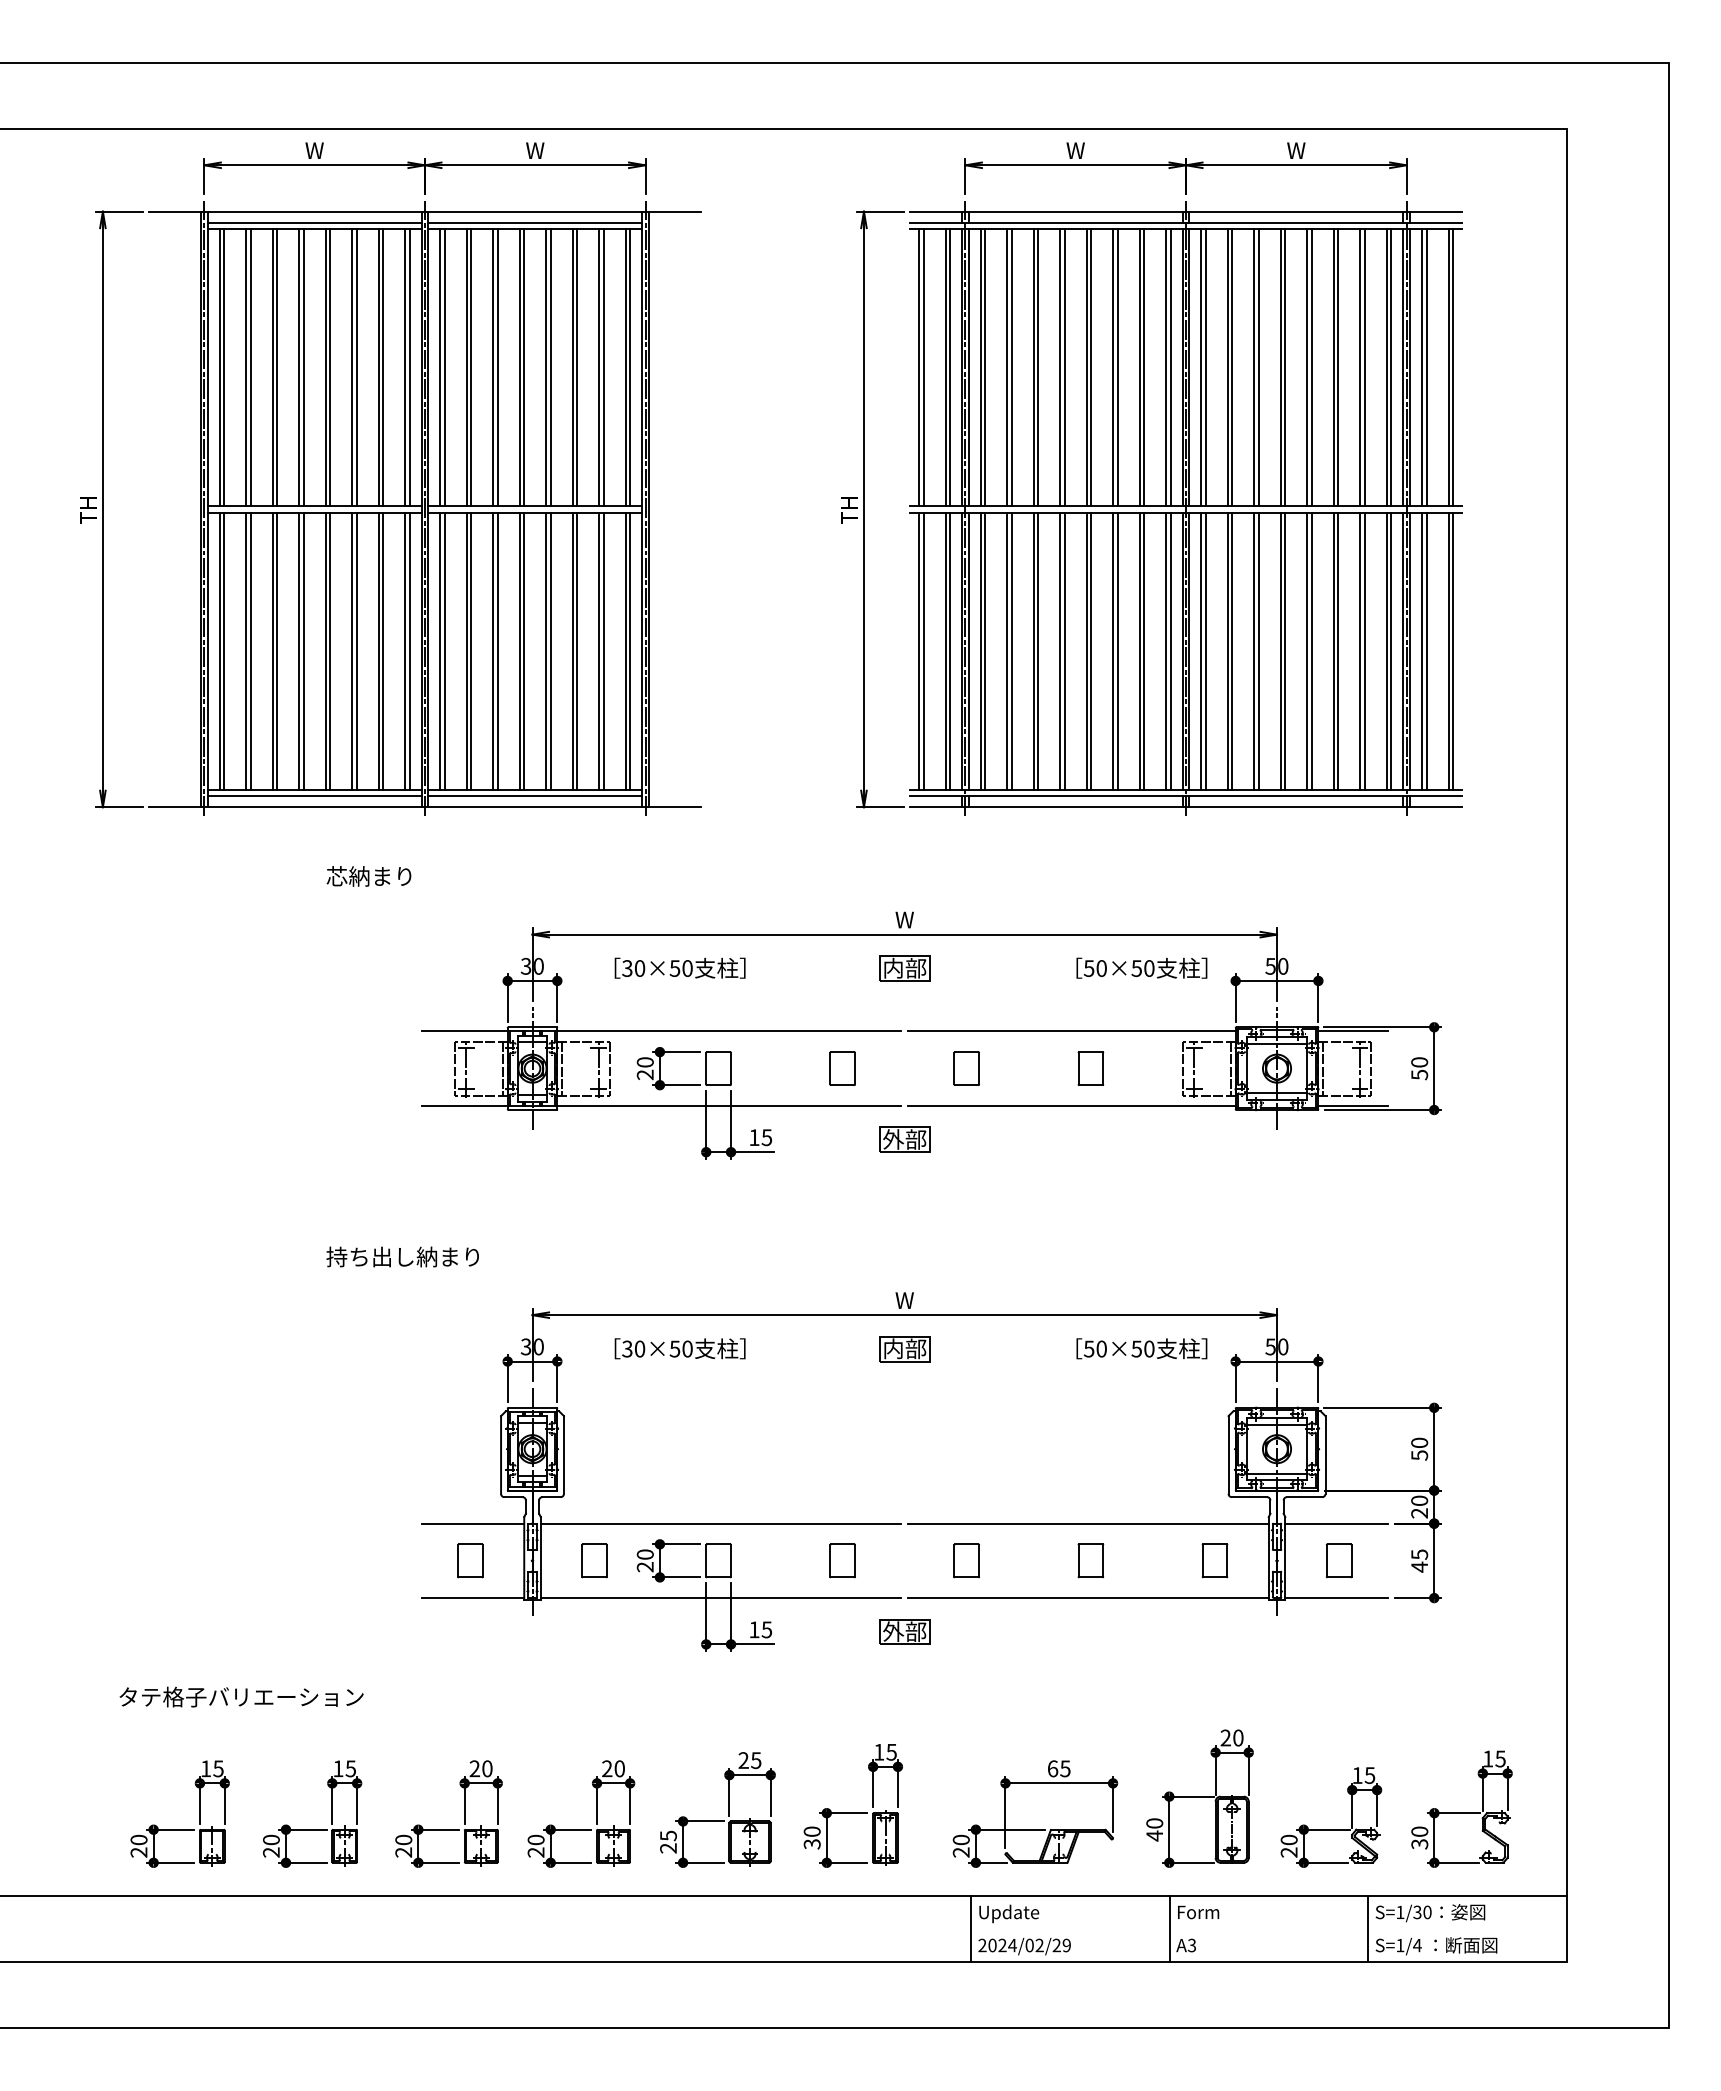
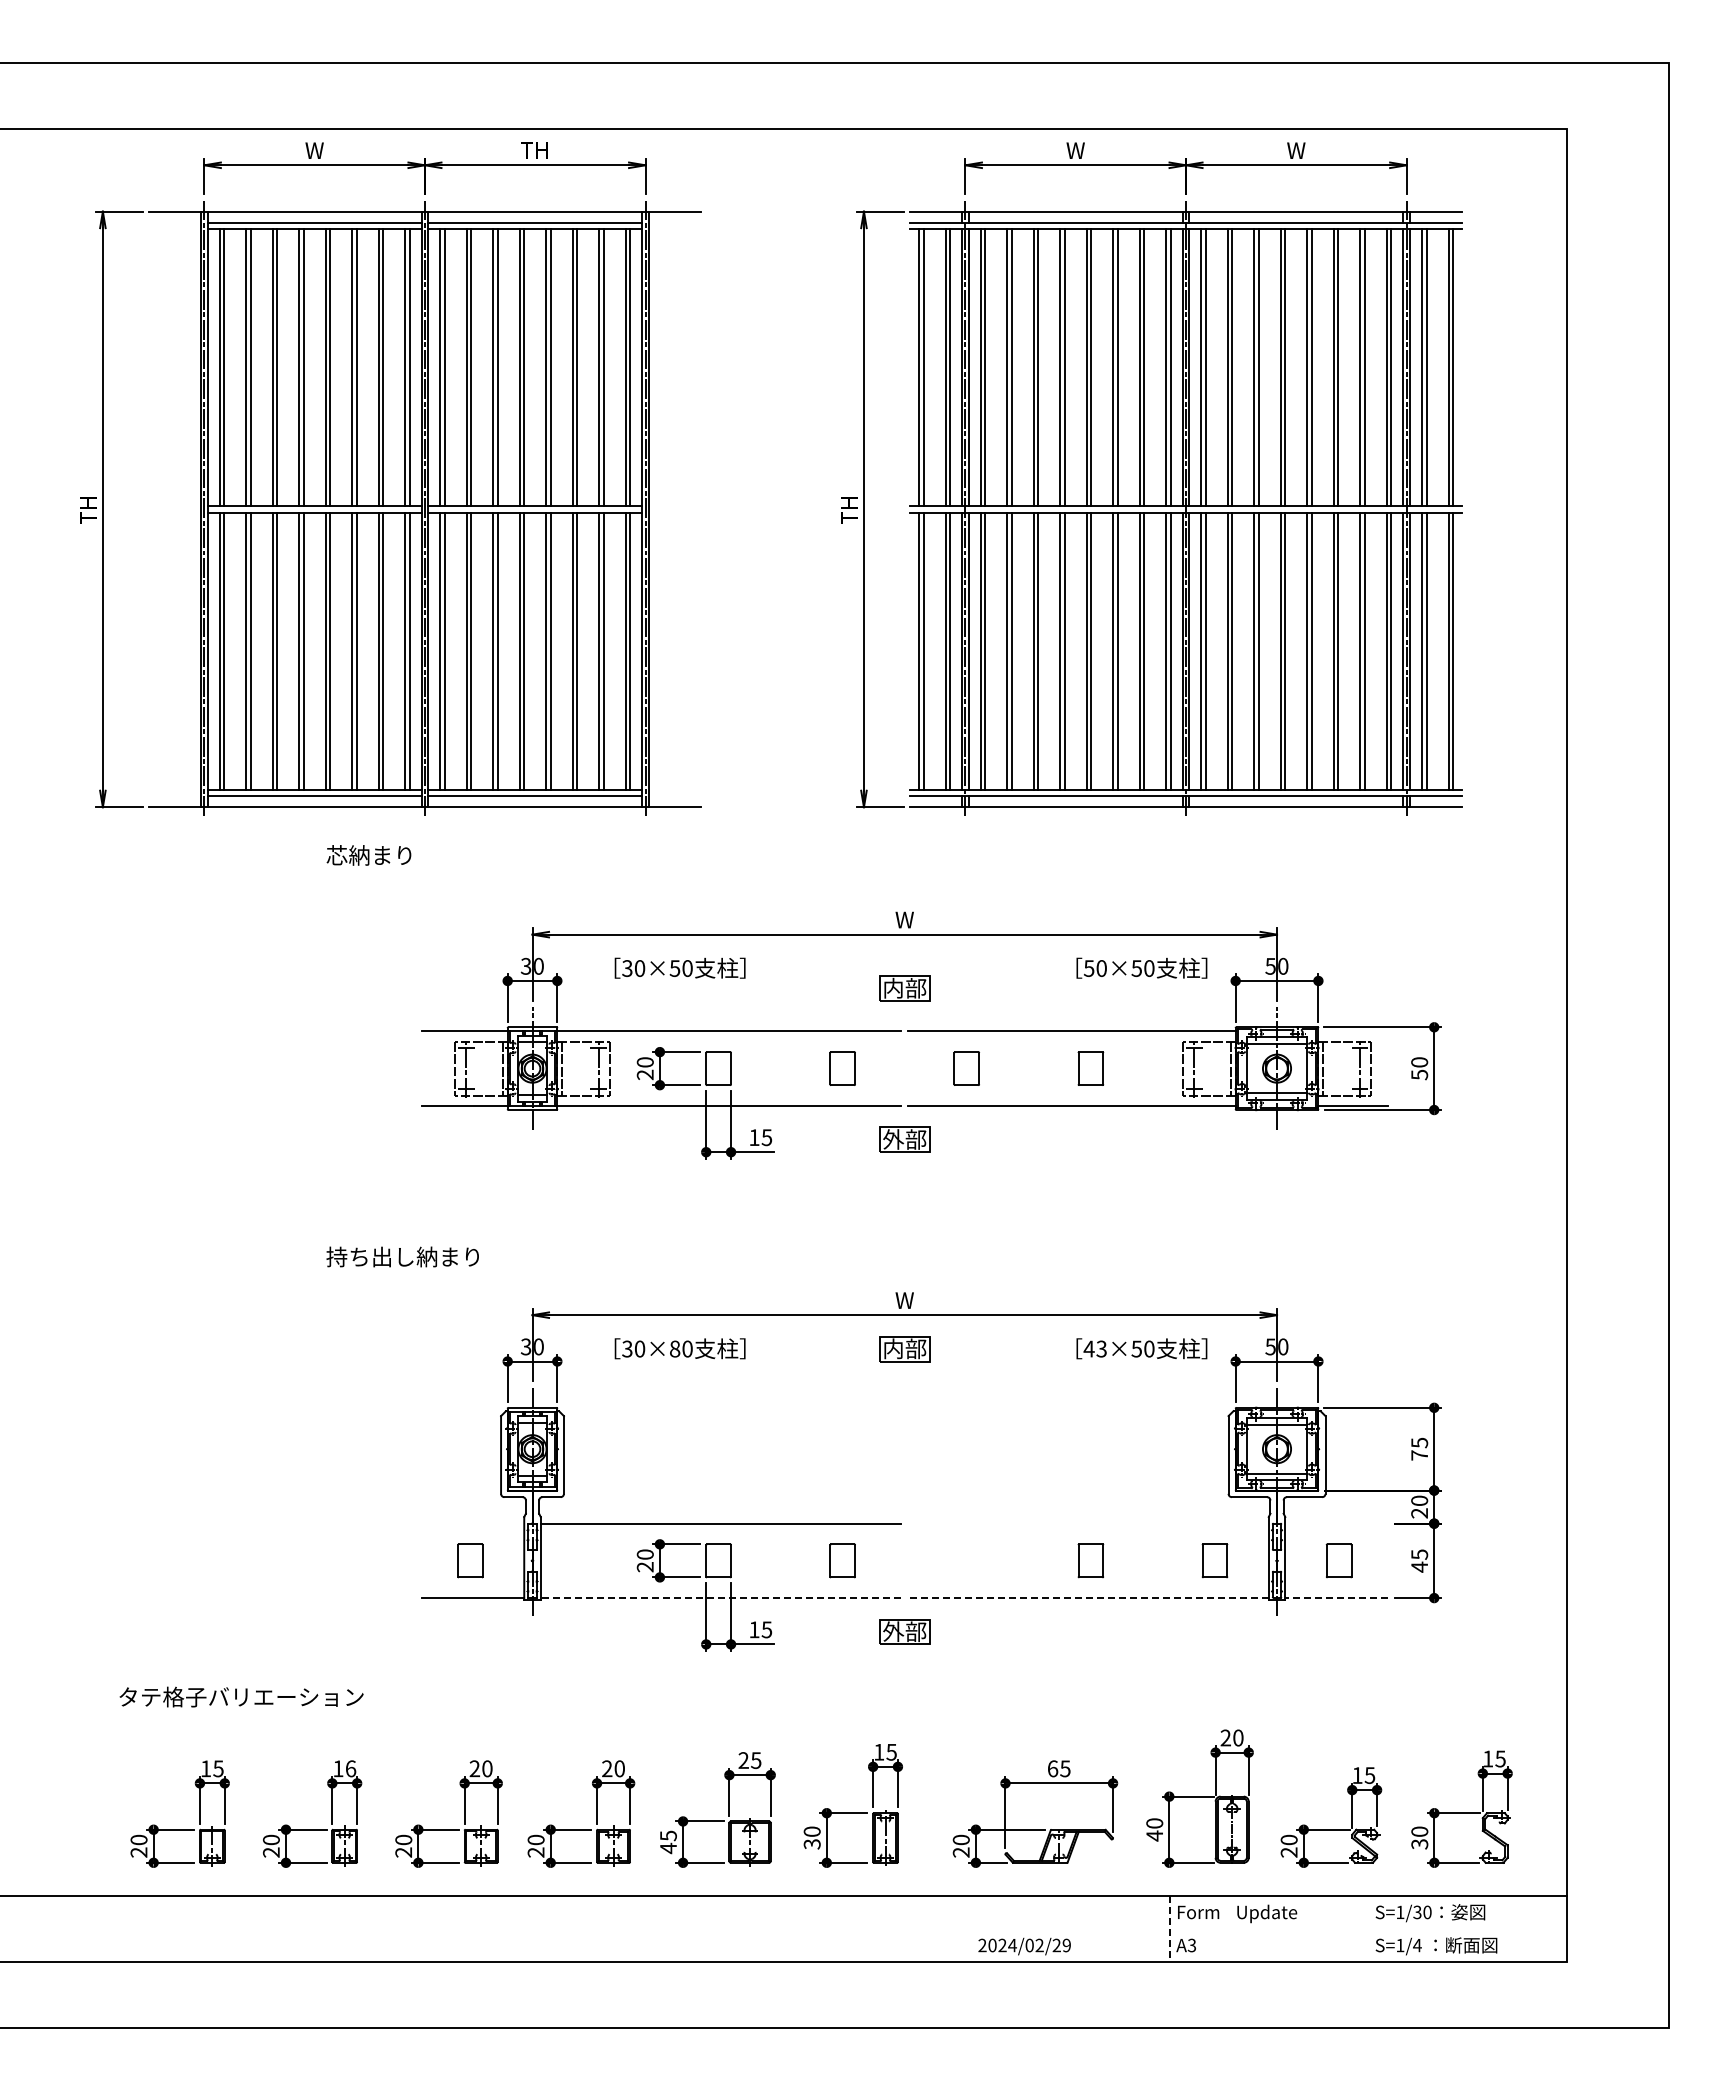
text at (534, 150): W -> TH
text at (368, 876) position: (368, 876) -> (368, 855)
part at (904, 968) position: (904, 968) -> (904, 988)
line at (1352, 1031): present -> none
text at (674, 1348): 30×50 -> 30×80
text at (1094, 1348): 50×50 -> 43×50
text at (1419, 1448): 50 -> 75
line at (472, 1523): present -> none
line at (1088, 1523): present -> none
line at (1336, 1523): present -> none
part at (594, 1560): present -> none
part at (966, 1560): present -> none
line at (720, 1598): solid -> dashed
line at (1087, 1598): solid -> dashed
line at (1336, 1598): solid -> dashed
text at (350, 1768): 15 -> 16
text at (668, 1848): 25 -> 45
text at (1009, 1913) position: (1009, 1913) -> (1267, 1913)
line at (970, 1928): present -> none
line at (1368, 1928): present -> none
line at (1169, 1929): solid -> dashed
